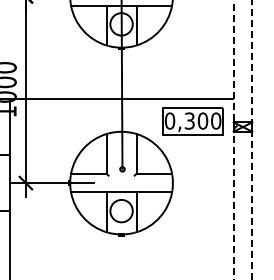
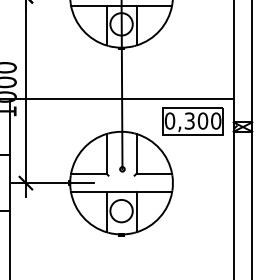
line at (252, 139): dashed -> solid
line at (233, 140): dashed -> solid
